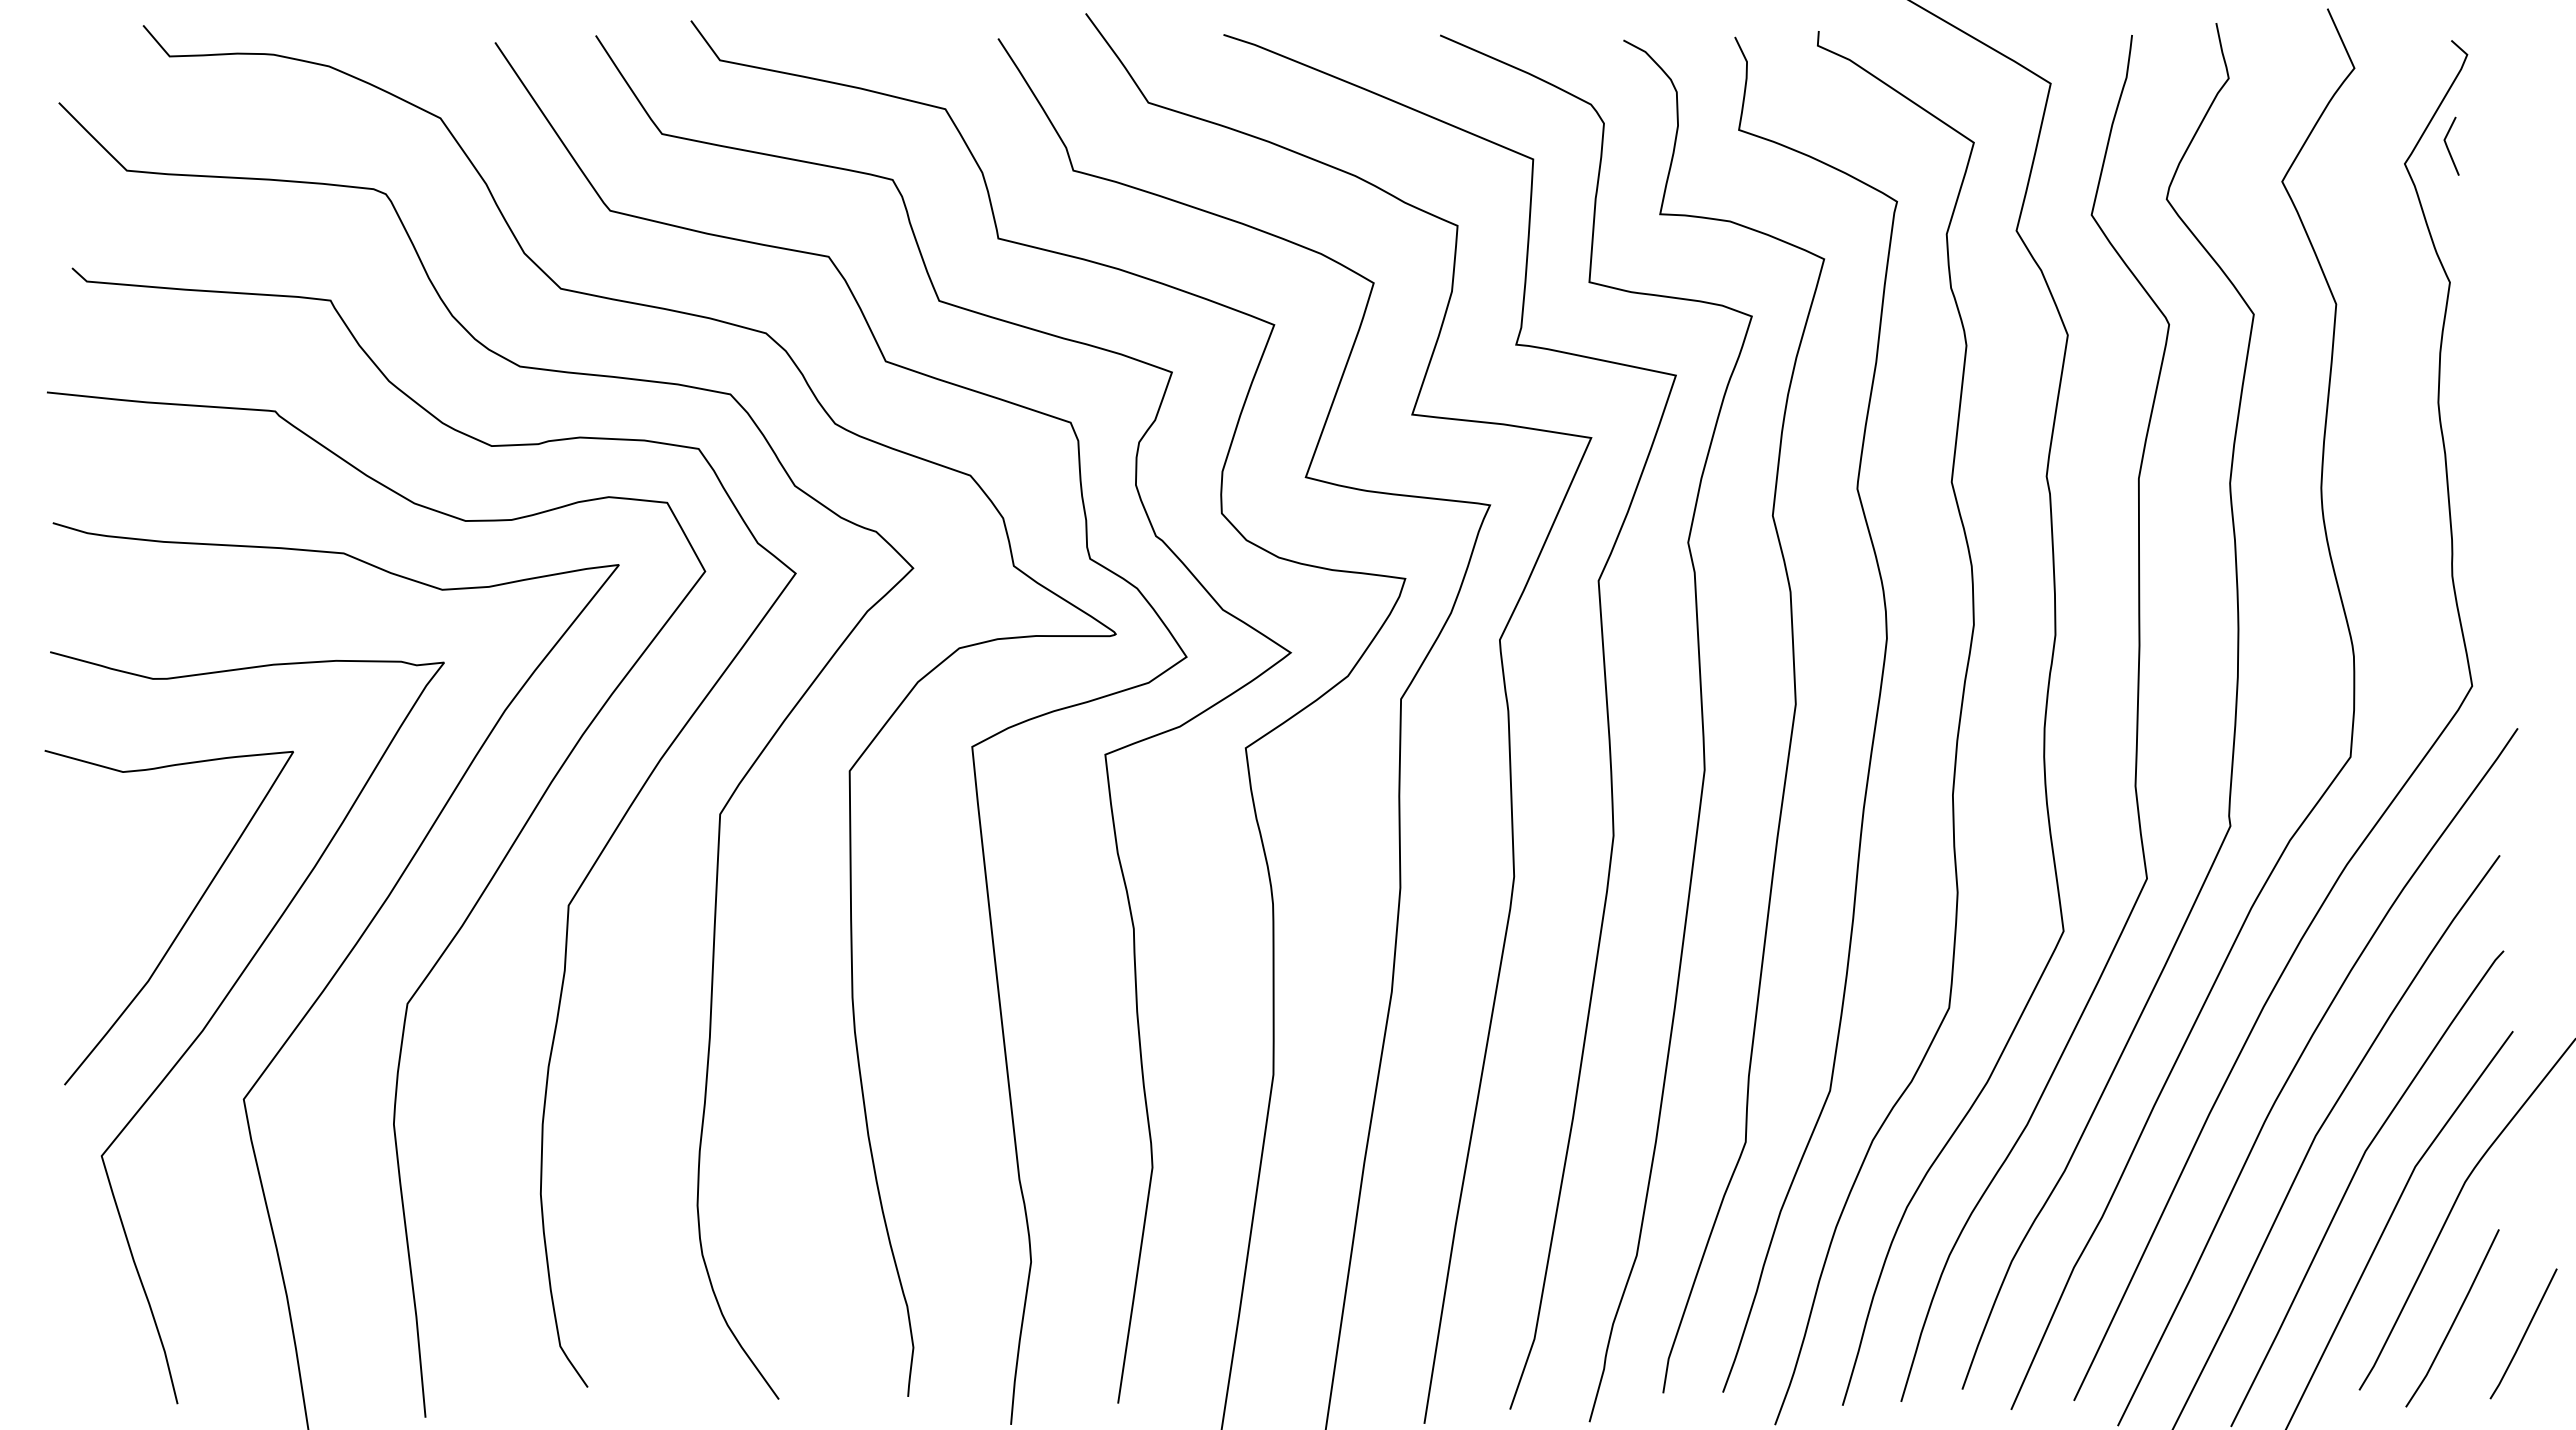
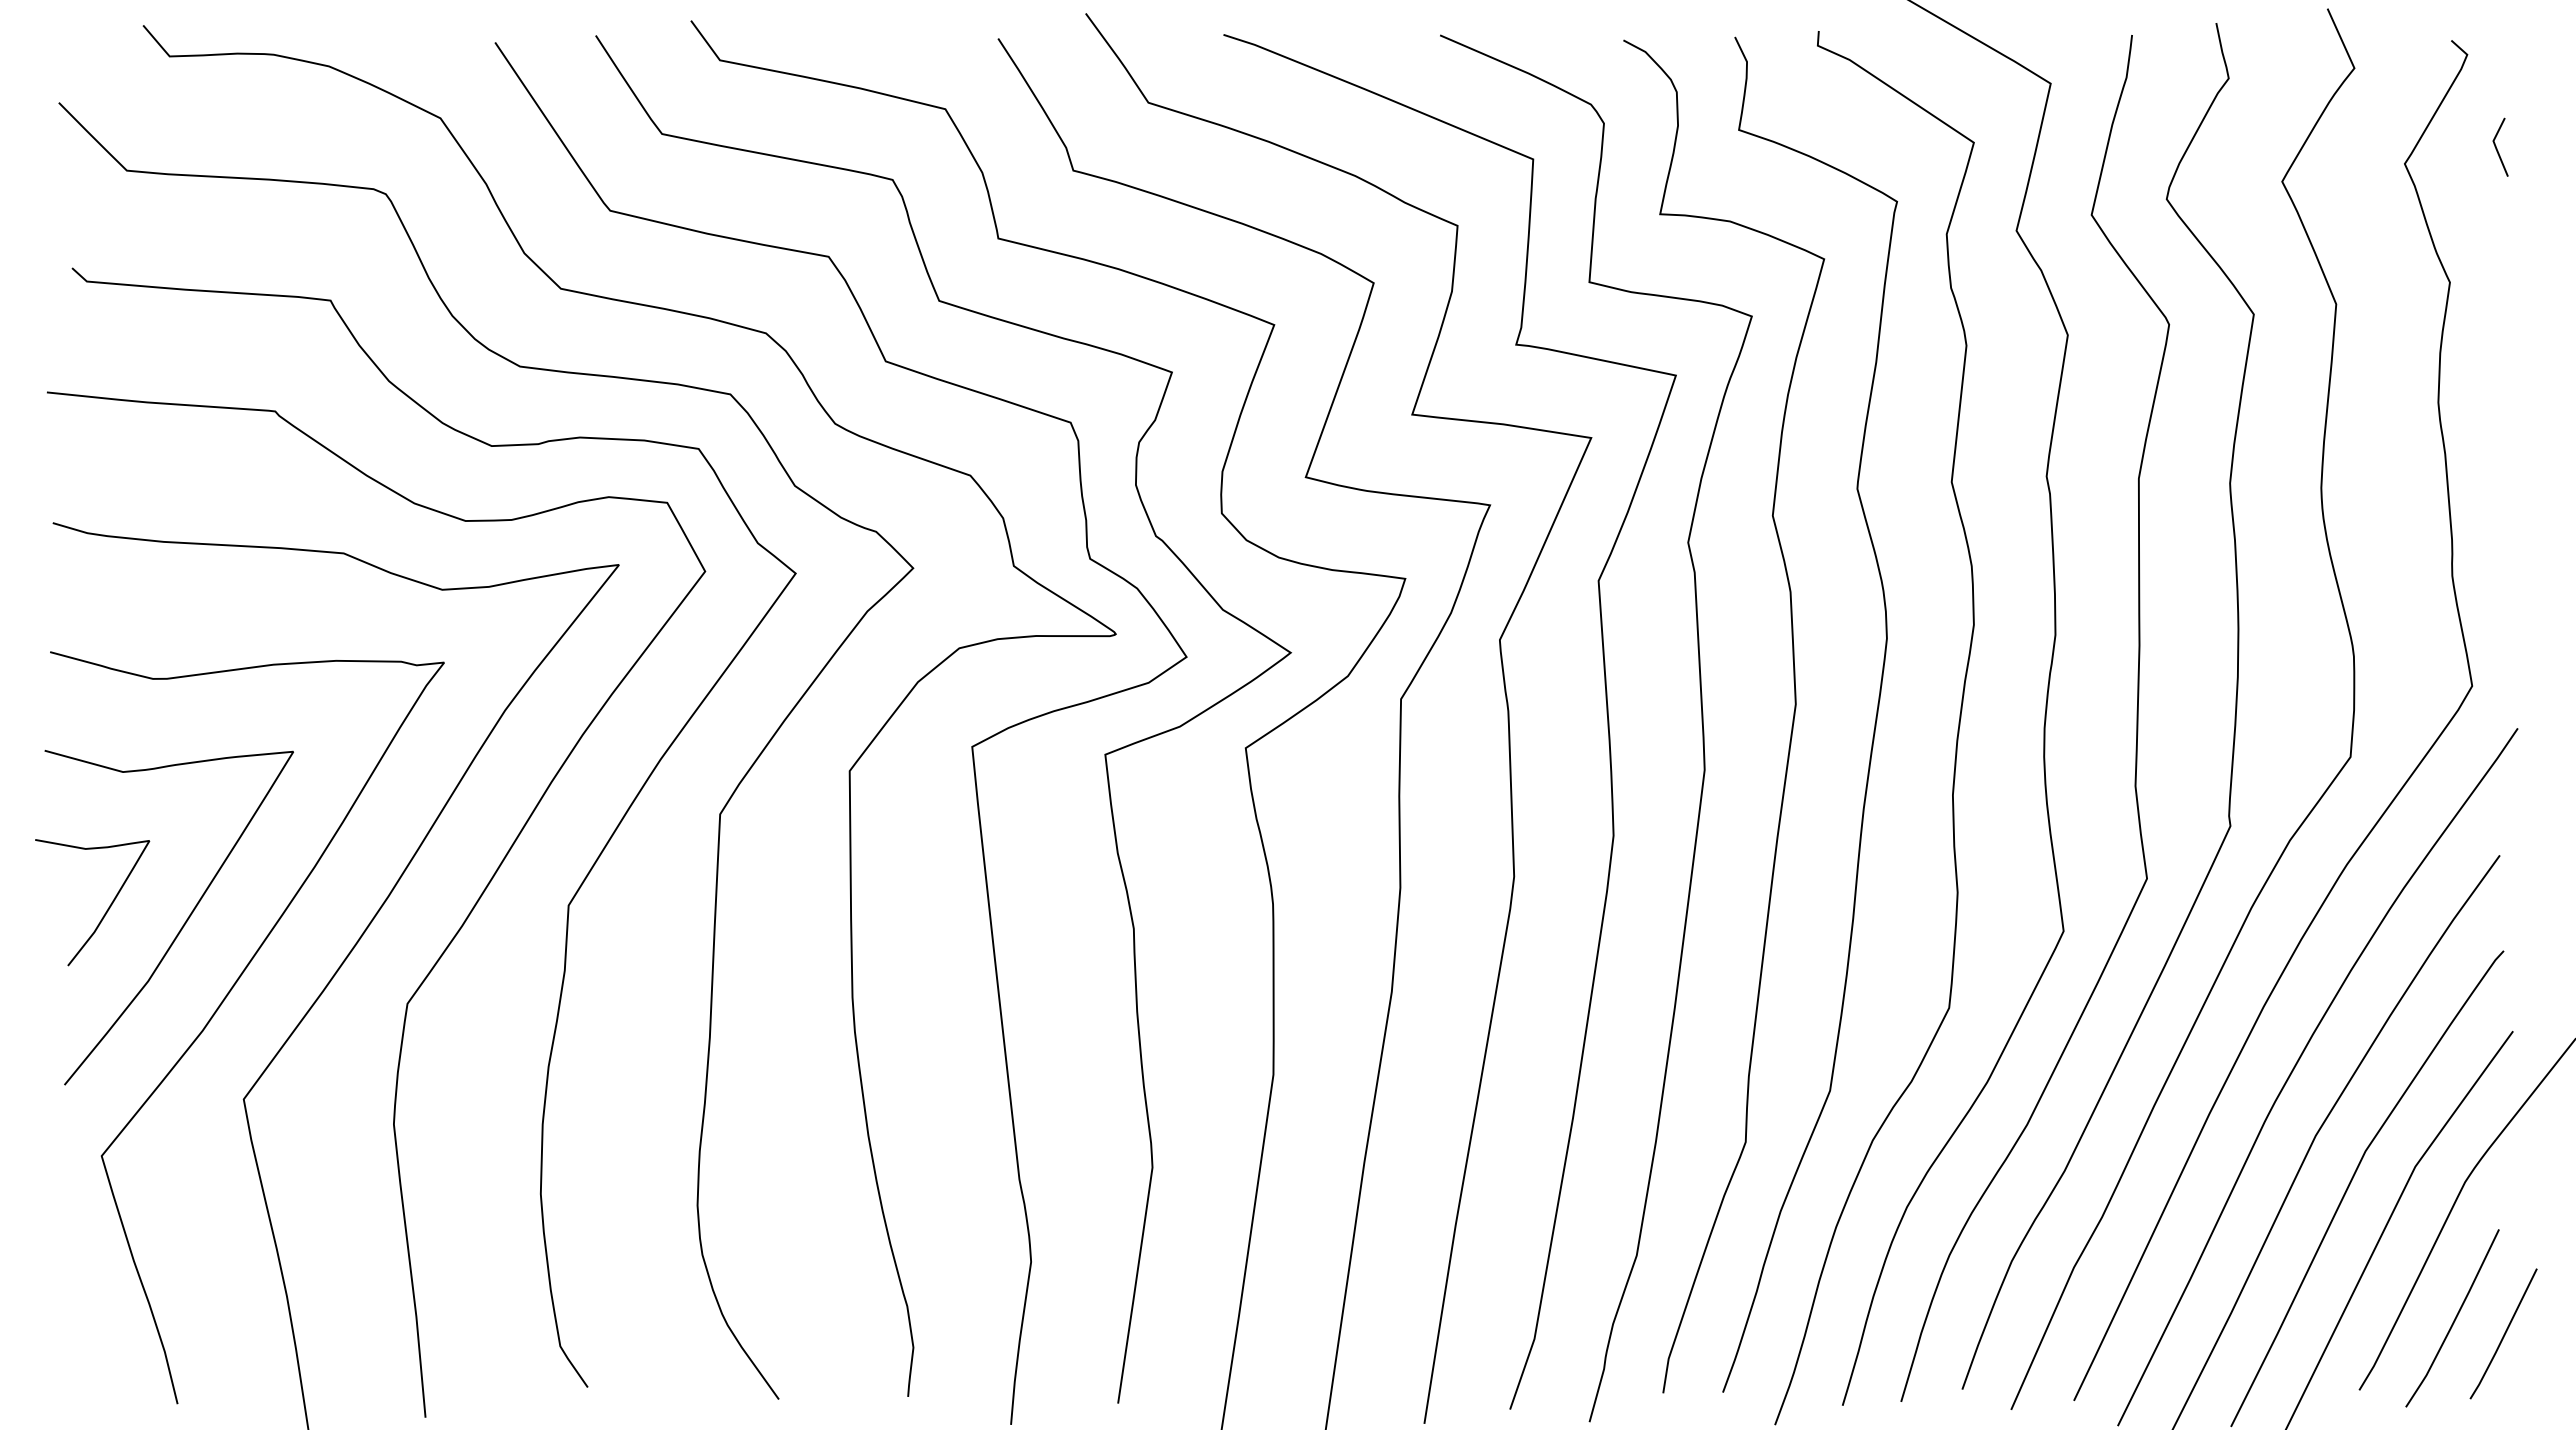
line at (2448, 147) position: (2448, 147) -> (2497, 148)
curve at (106, 910): none -> present
line at (2524, 1333) position: (2524, 1333) -> (2504, 1333)
